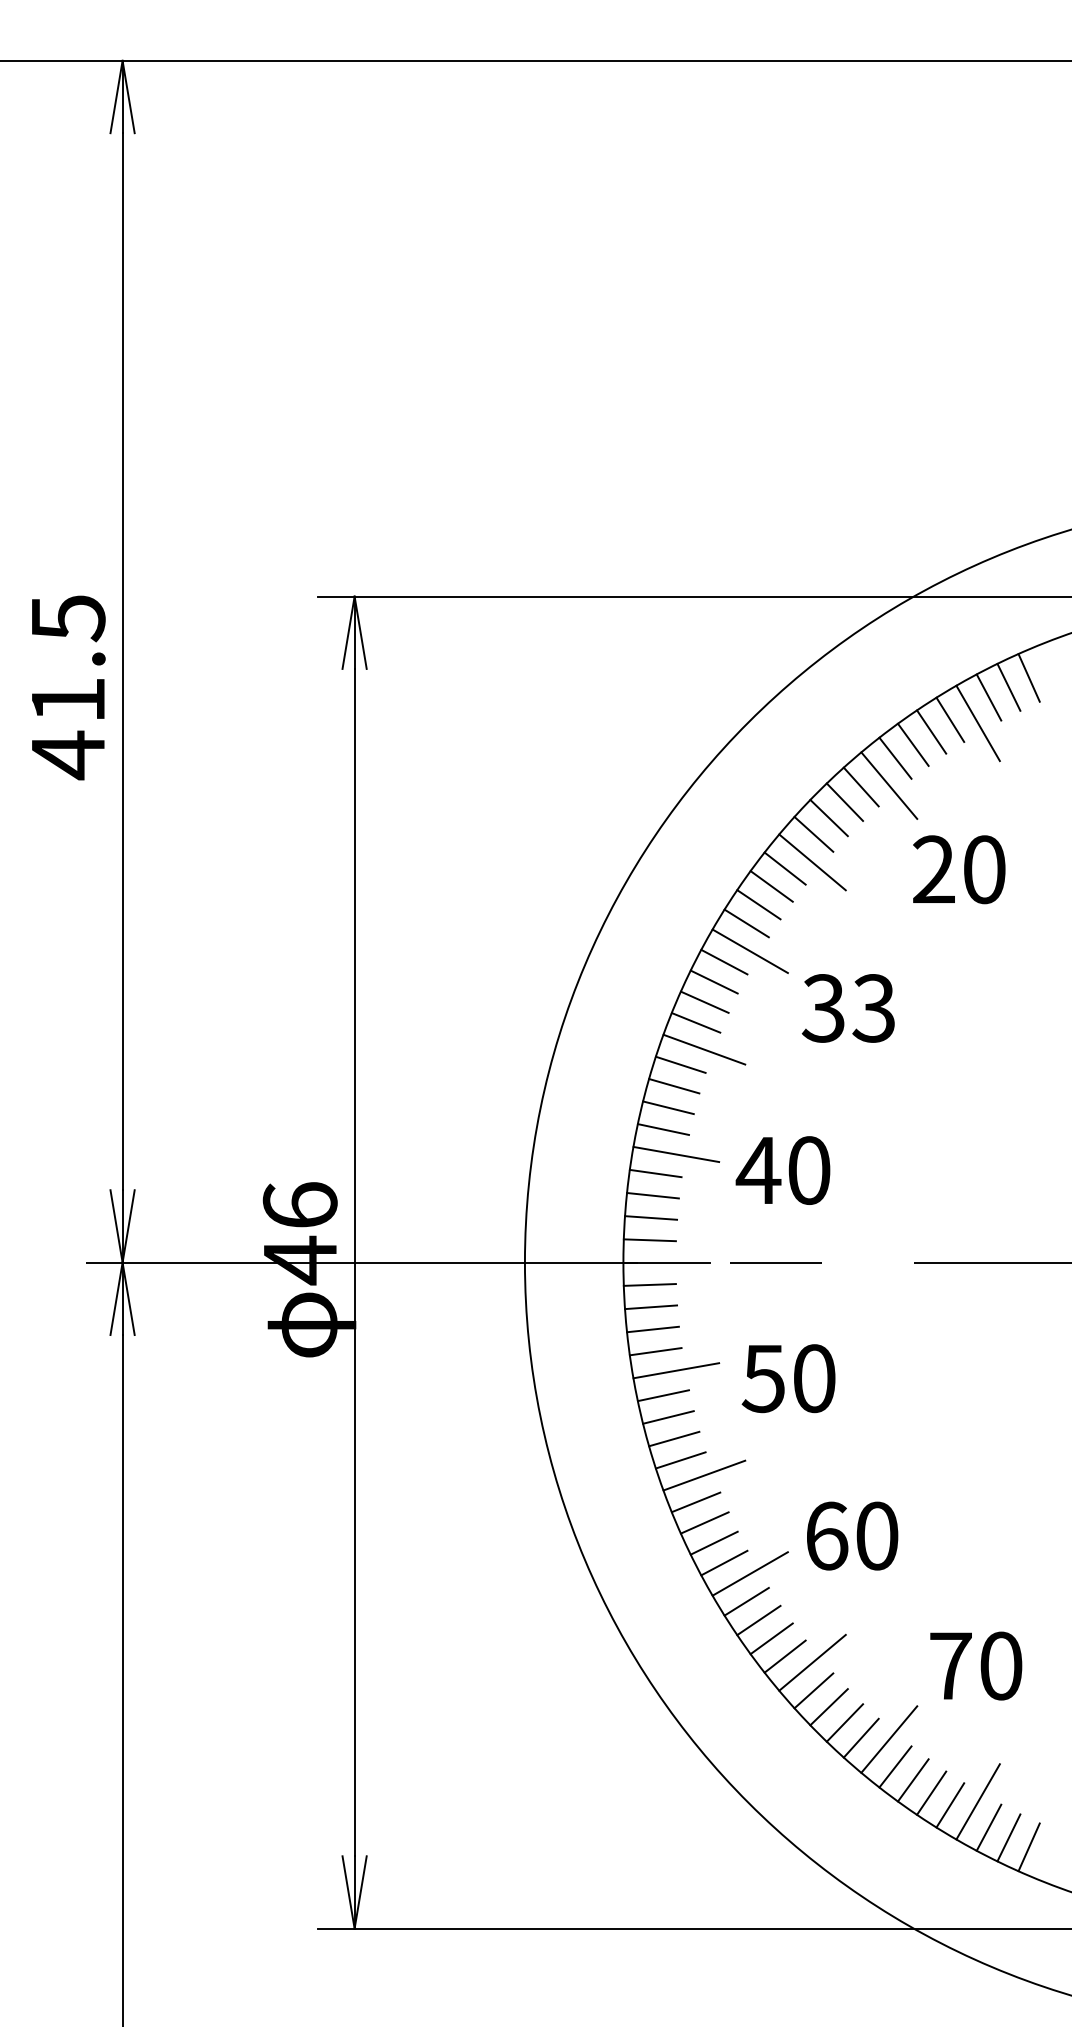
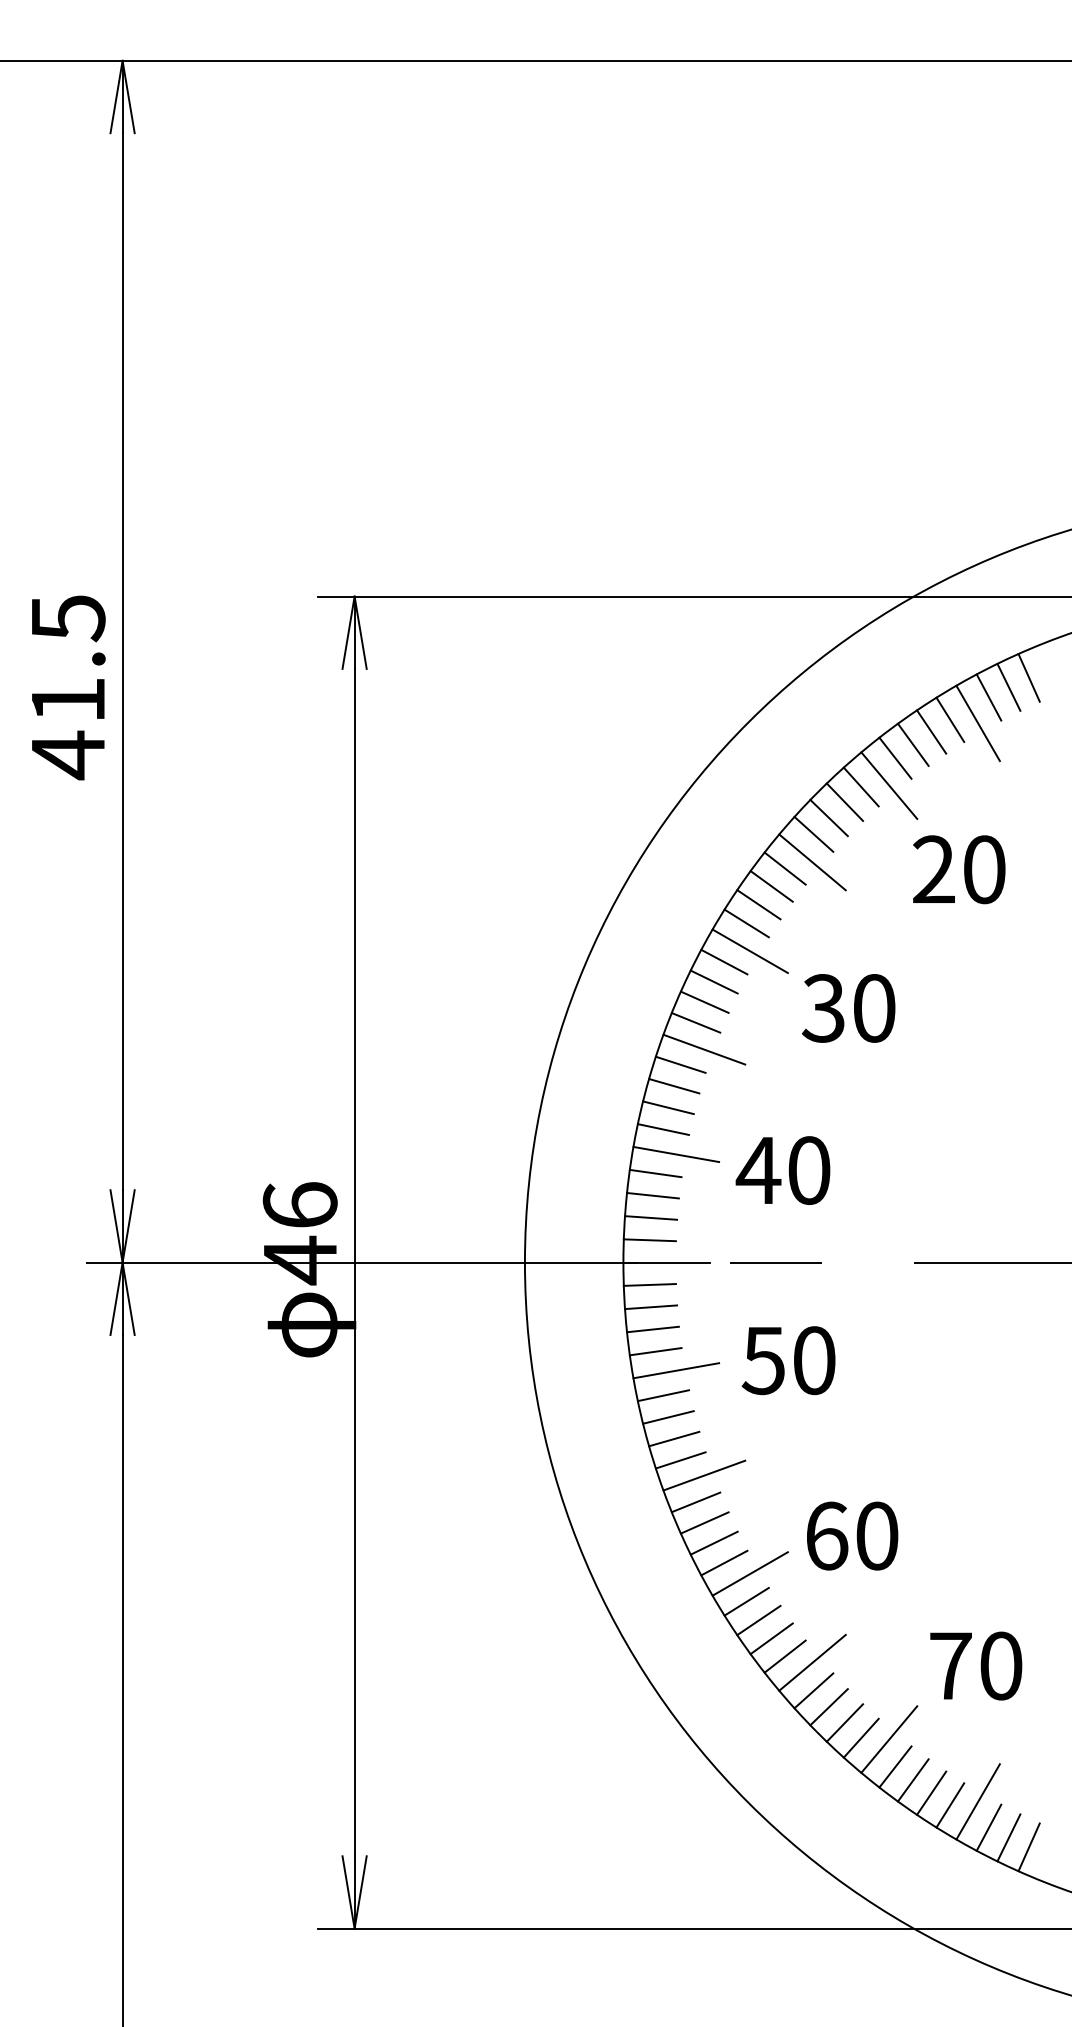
text at (873, 1008): 33 -> 30
text at (788, 1378) position: (788, 1378) -> (788, 1360)
